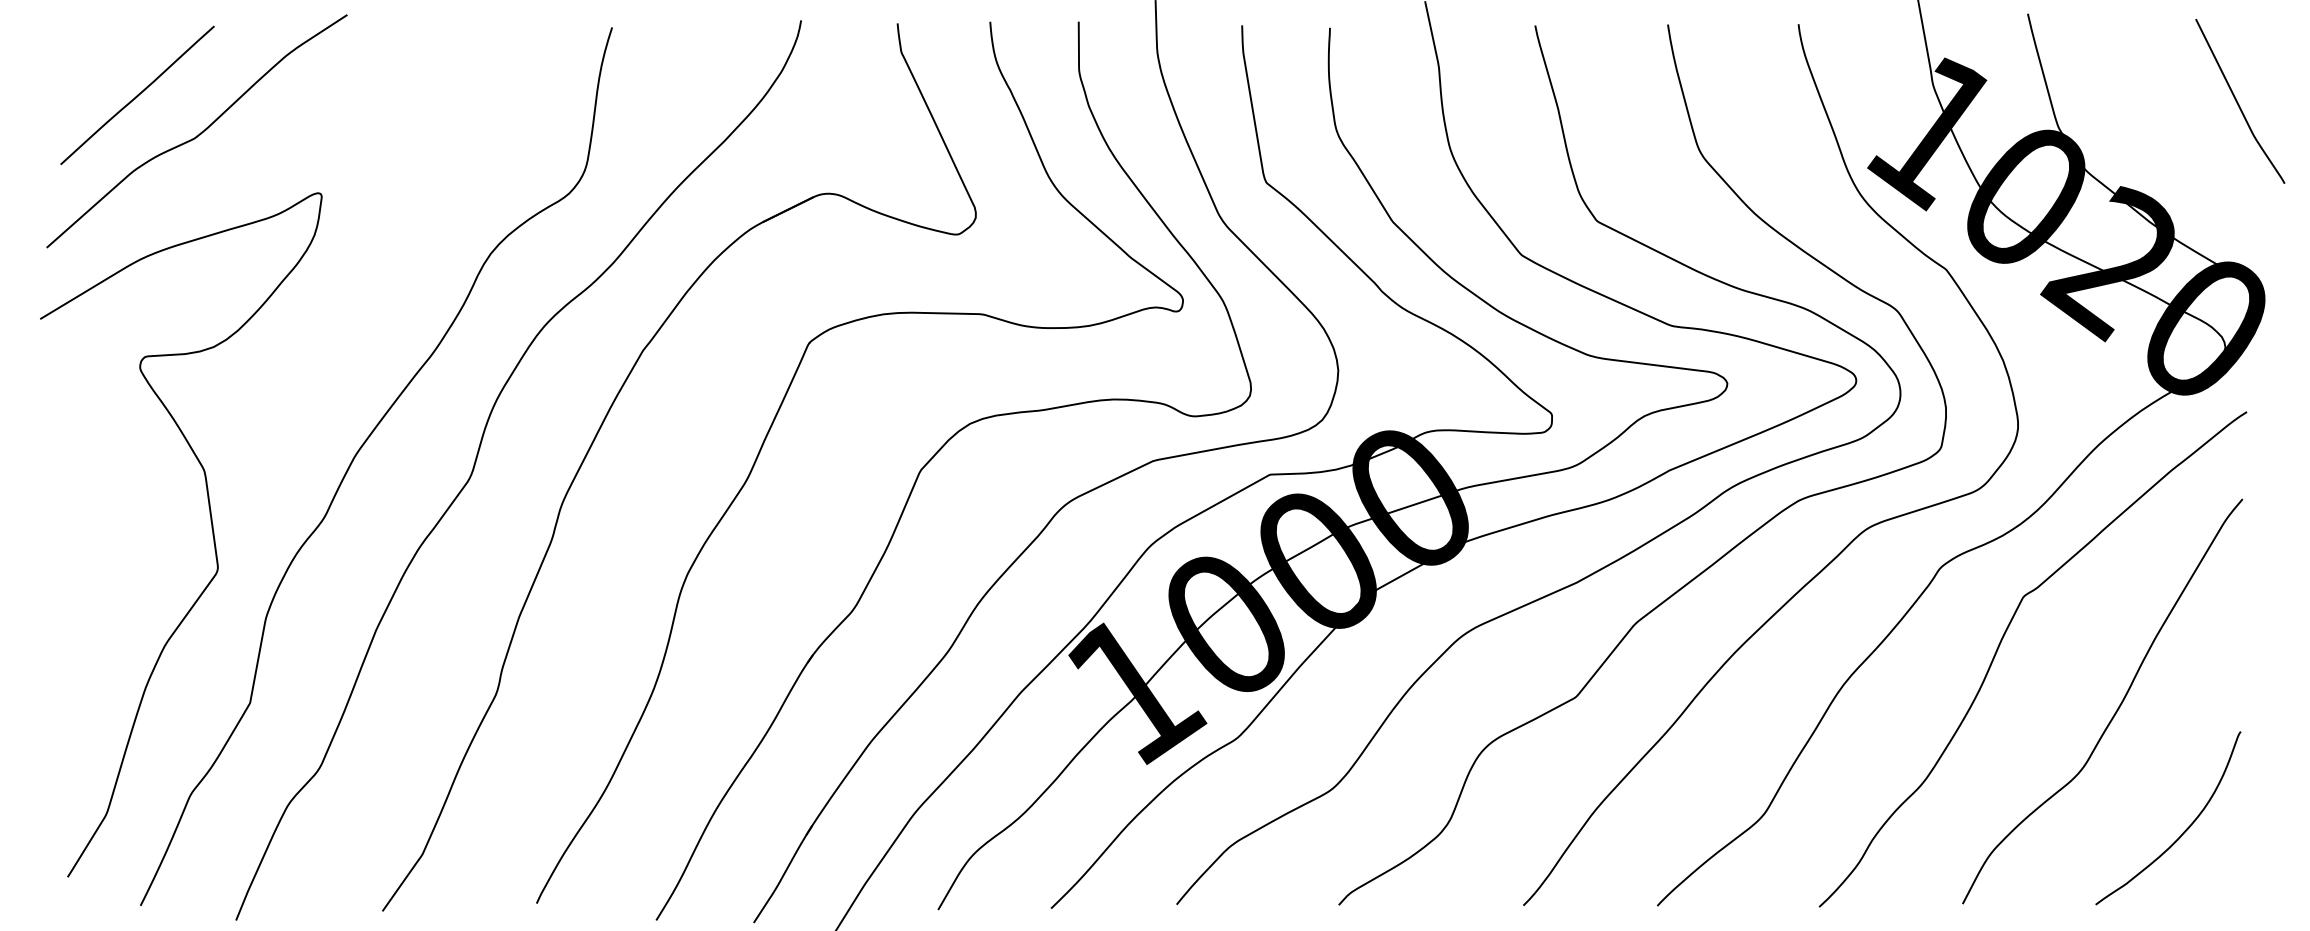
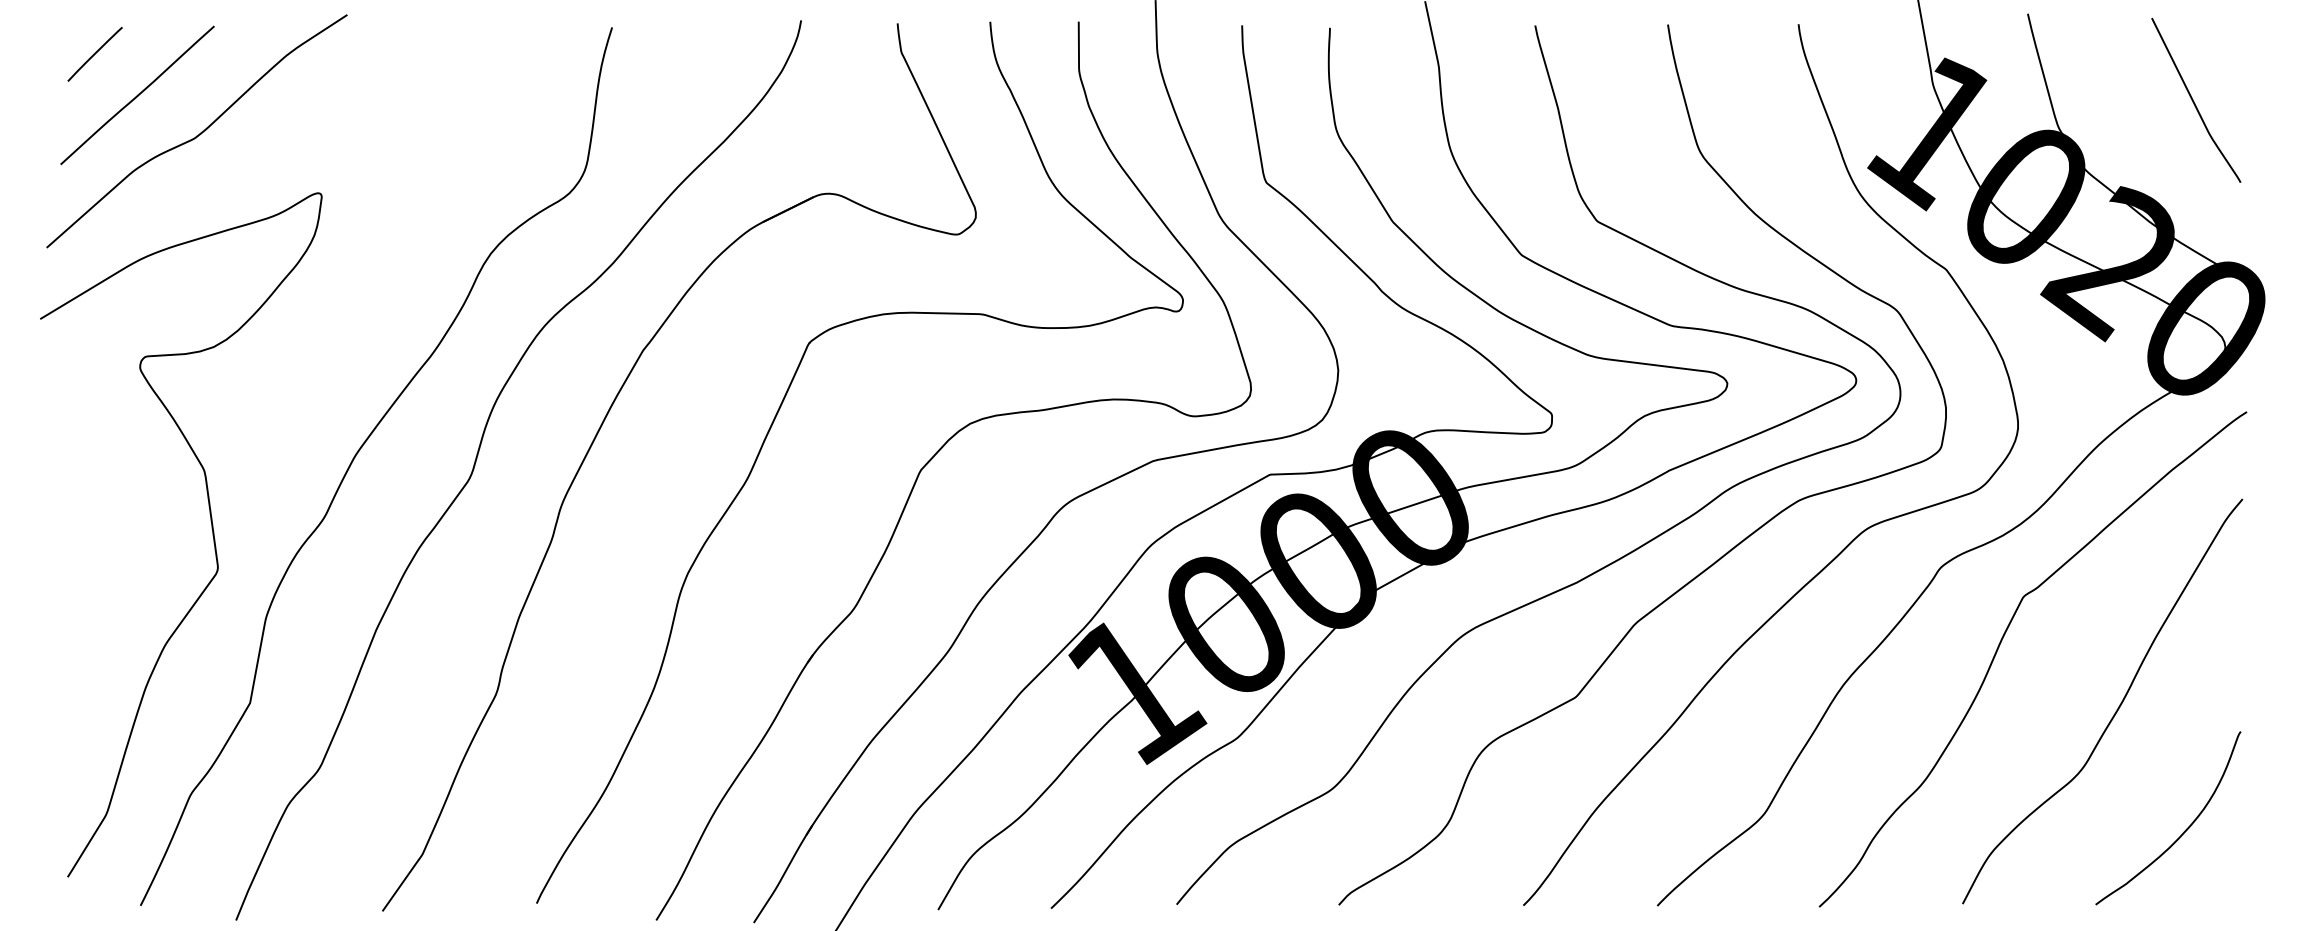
line at (94, 53): none -> present
curve at (2238, 102) position: (2238, 102) -> (2194, 101)
